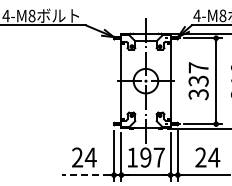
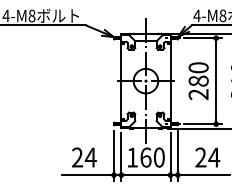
text at (198, 81): 337 -> 280
text at (152, 157): 197 -> 160
line at (85, 175): dashed -> solid
